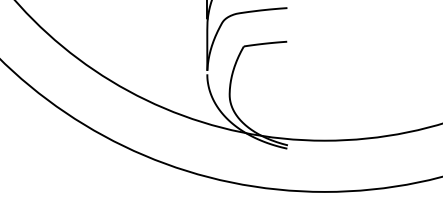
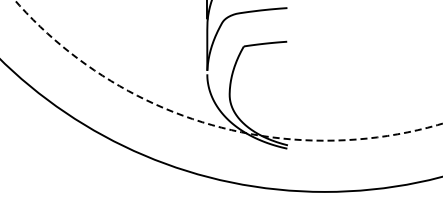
circle at (228, 70): solid -> dashed
